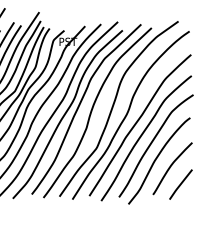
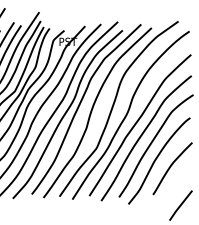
line at (180, 184) position: (180, 184) -> (180, 205)
